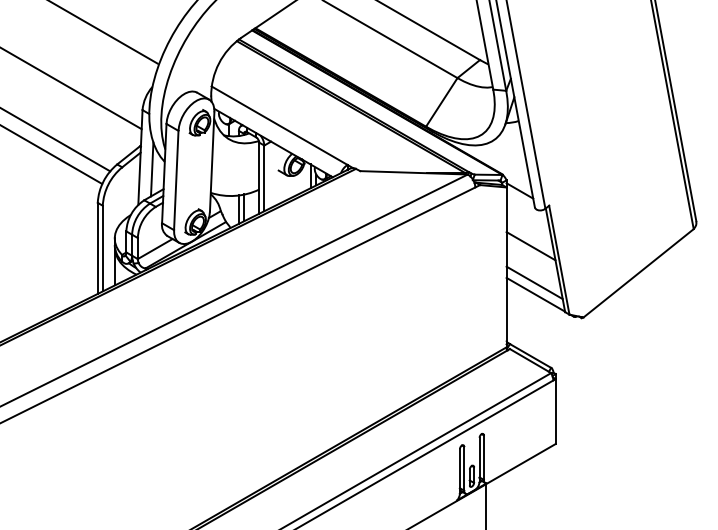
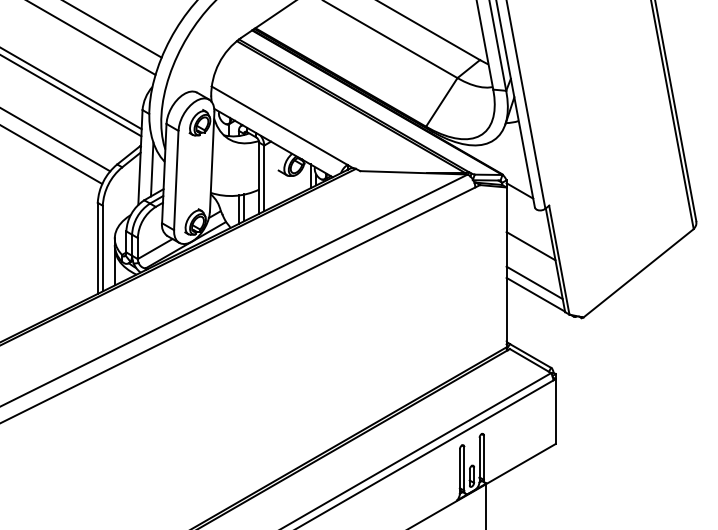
line at (104, 32) position: (104, 32) -> (113, 29)
line at (92, 38): none -> present
line at (71, 95): none -> present
